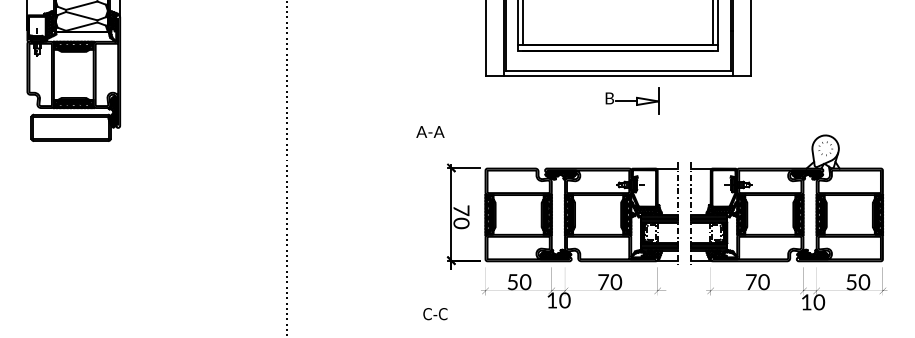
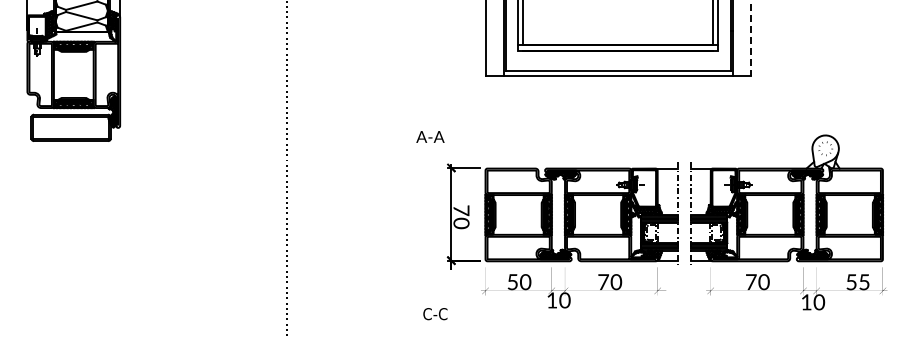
line at (750, 38): solid -> dashed
part at (632, 100): present -> none
text at (430, 131) position: (430, 131) -> (430, 136)
text at (864, 282): 50 -> 55
